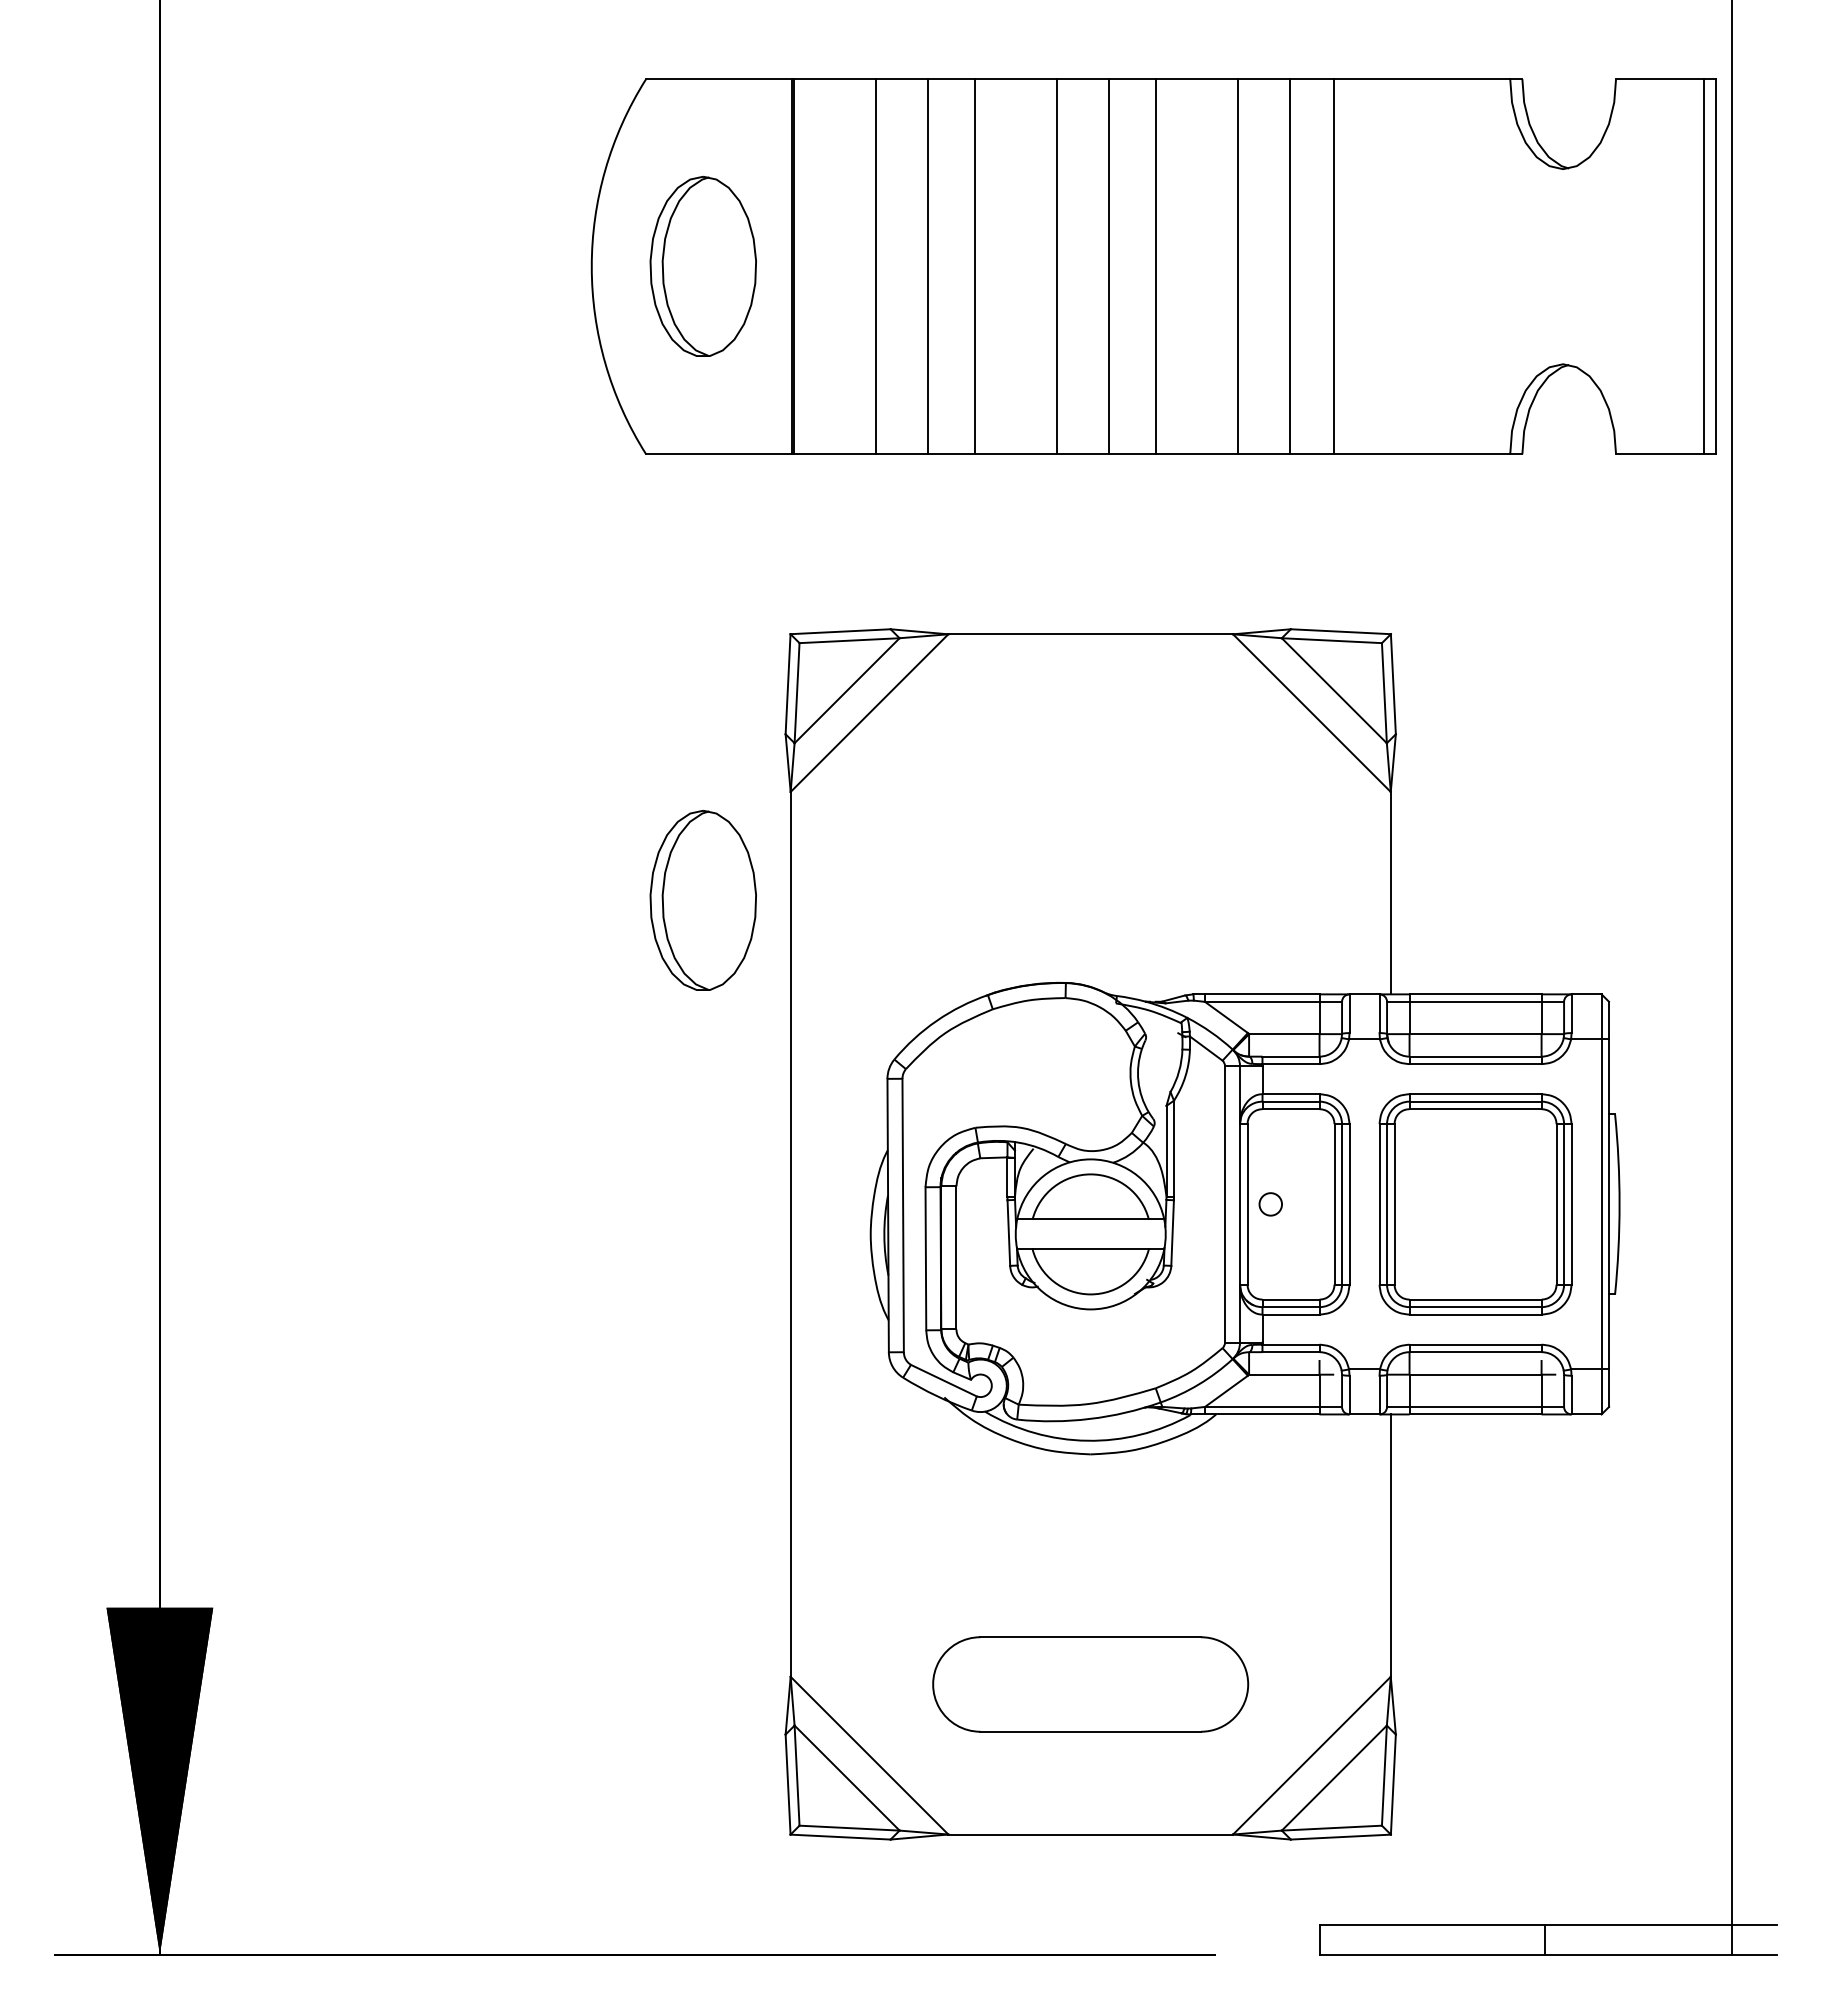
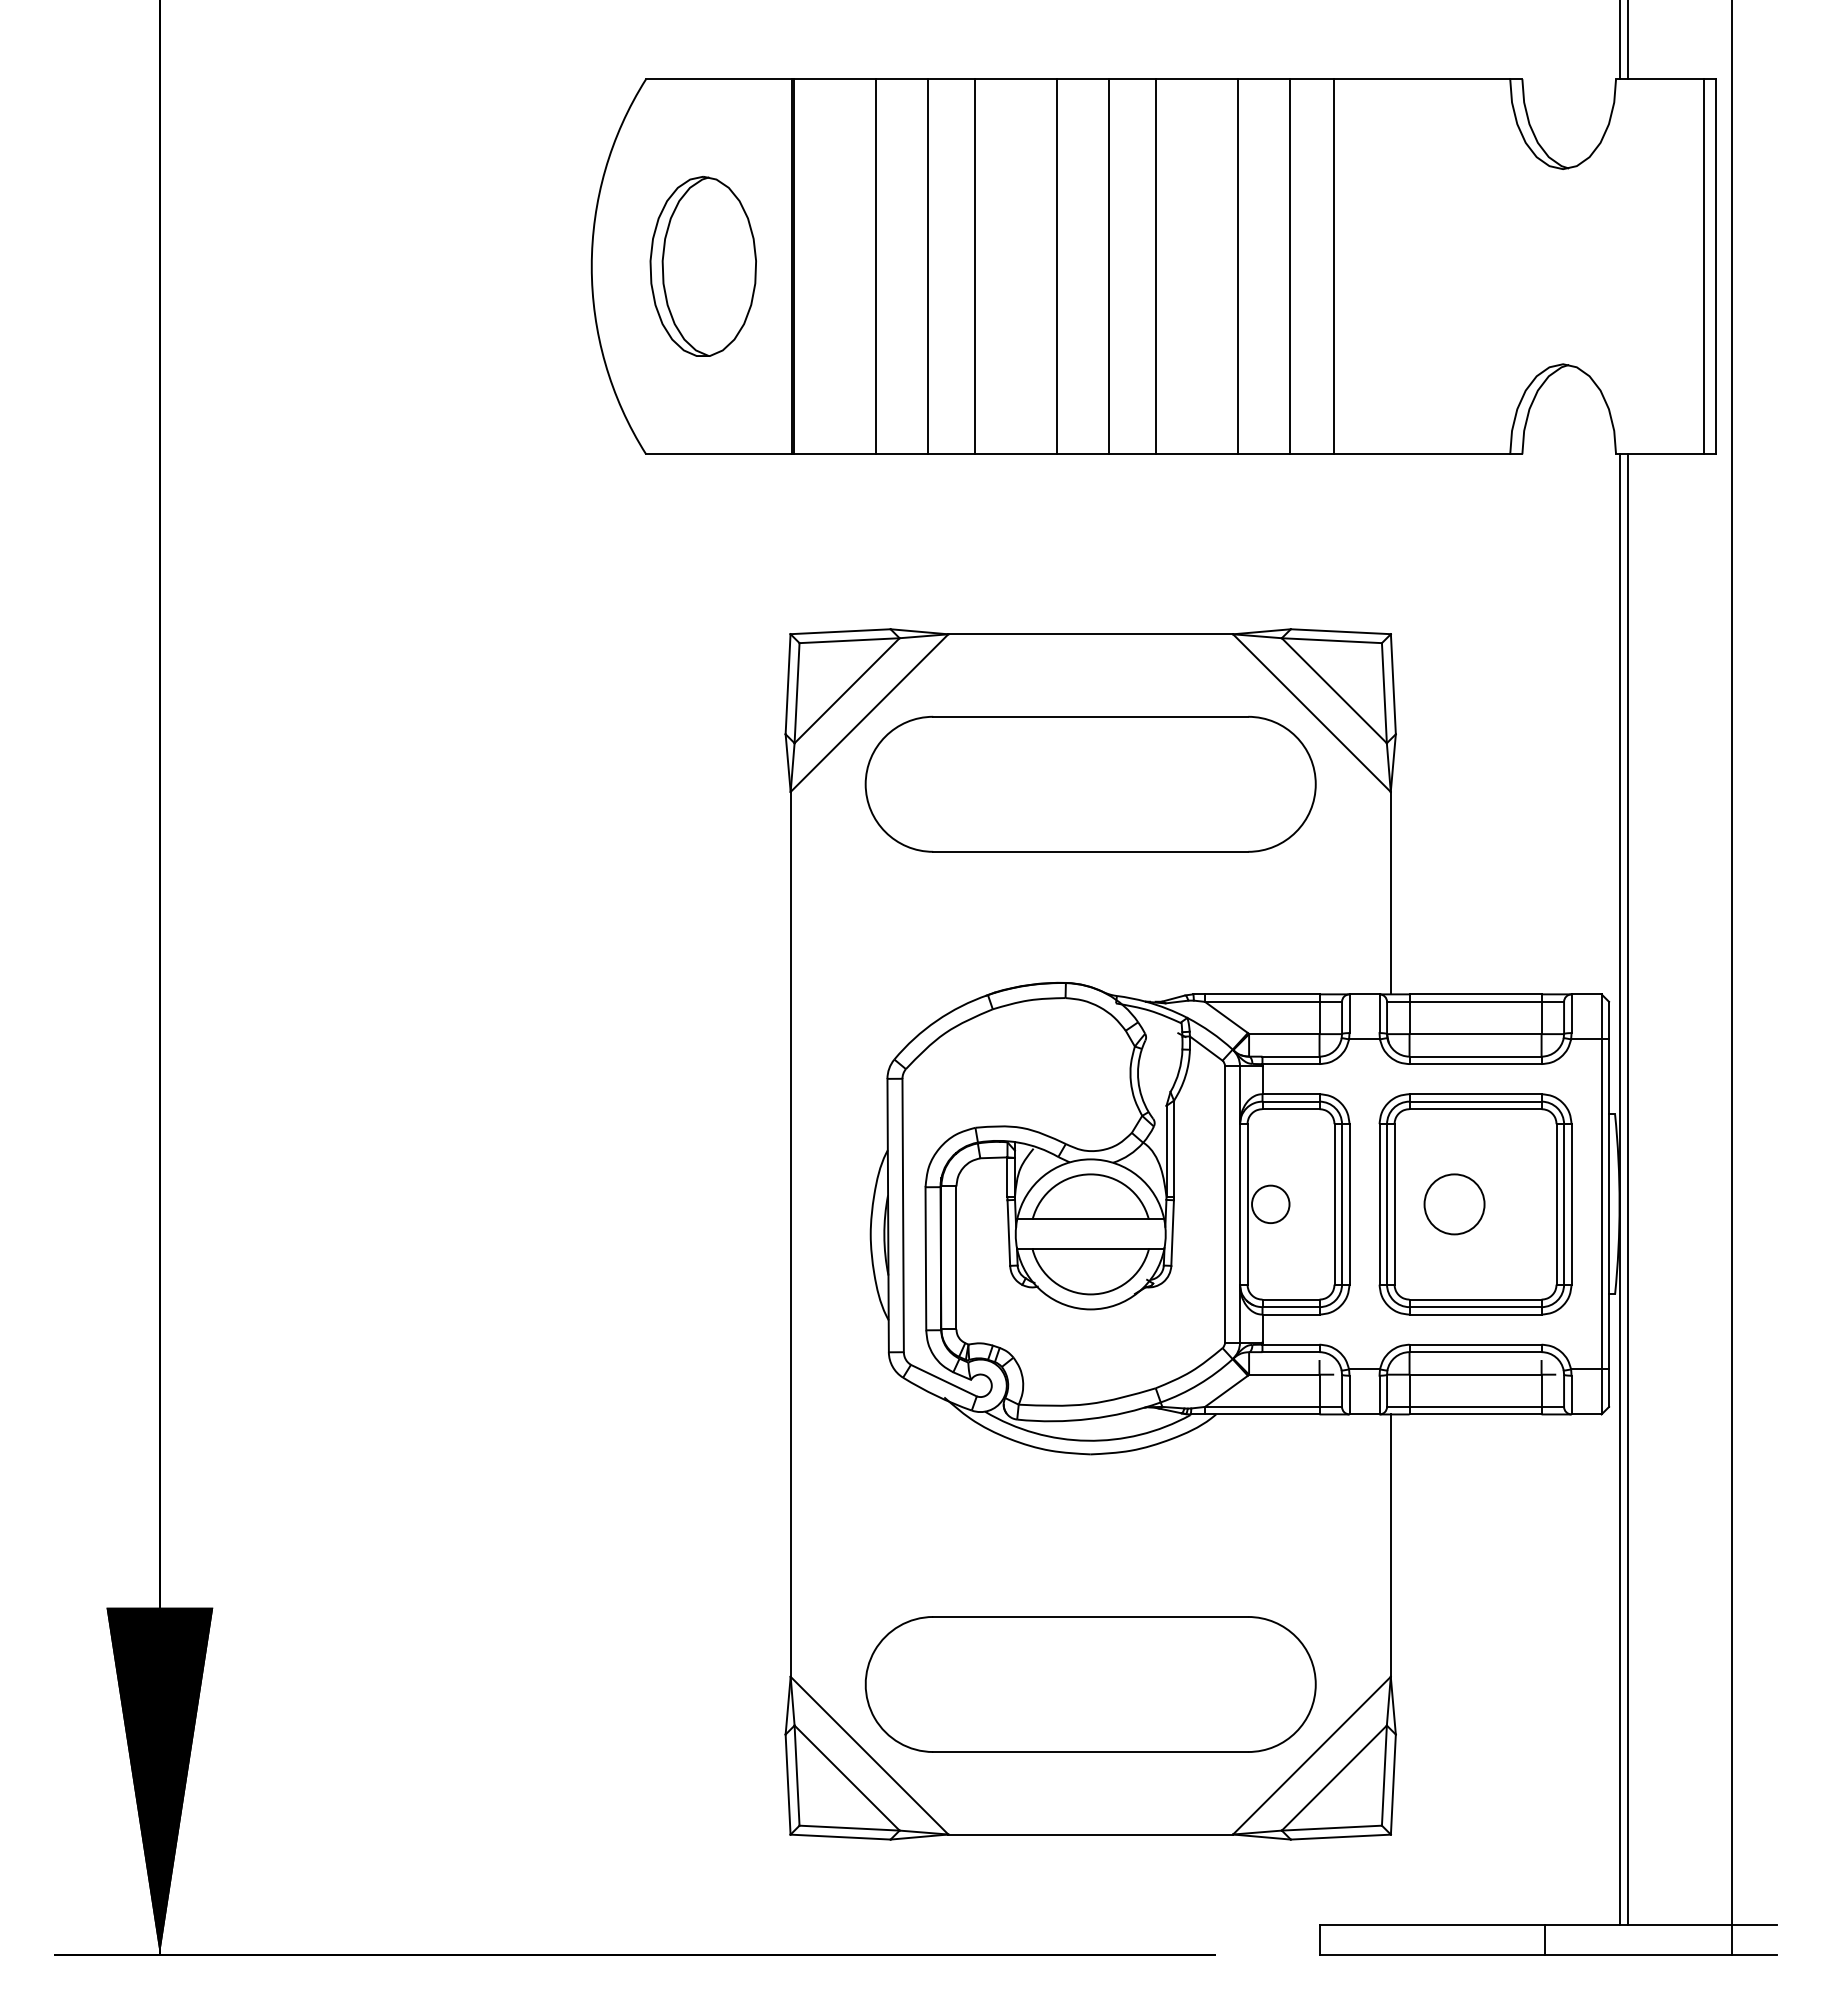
line at (1619, 40): none -> present
line at (1628, 40): none -> present
part at (1090, 783): none -> present
part at (702, 900): present -> none
line at (1619, 1189): none -> present
line at (1628, 1189): none -> present
circle at (1270, 1204) diameter: 23 px -> 38 px
circle at (1454, 1204): none -> present
part at (1090, 1684) size: 318x97 px -> 453x137 px
